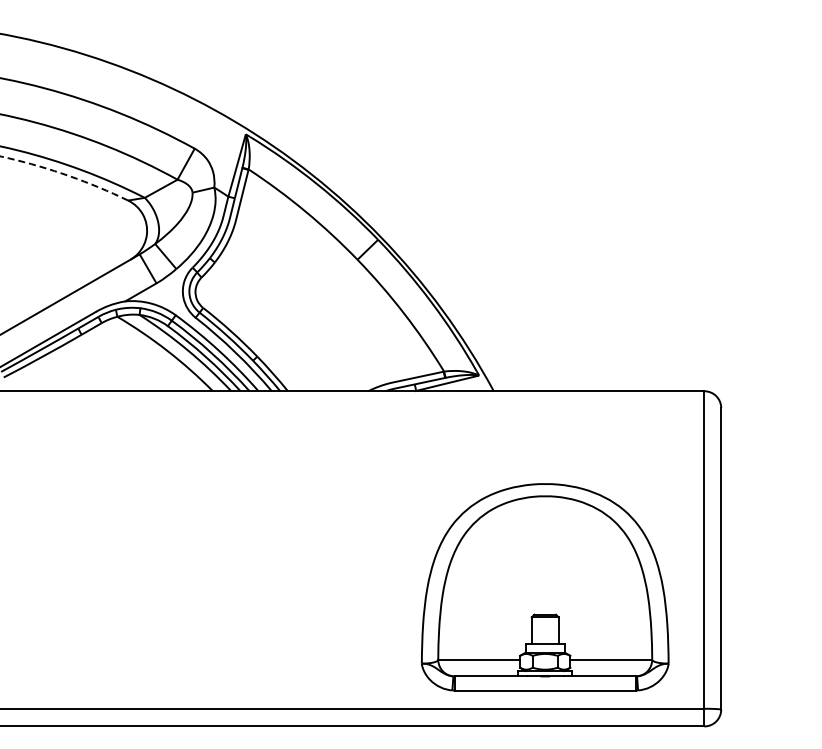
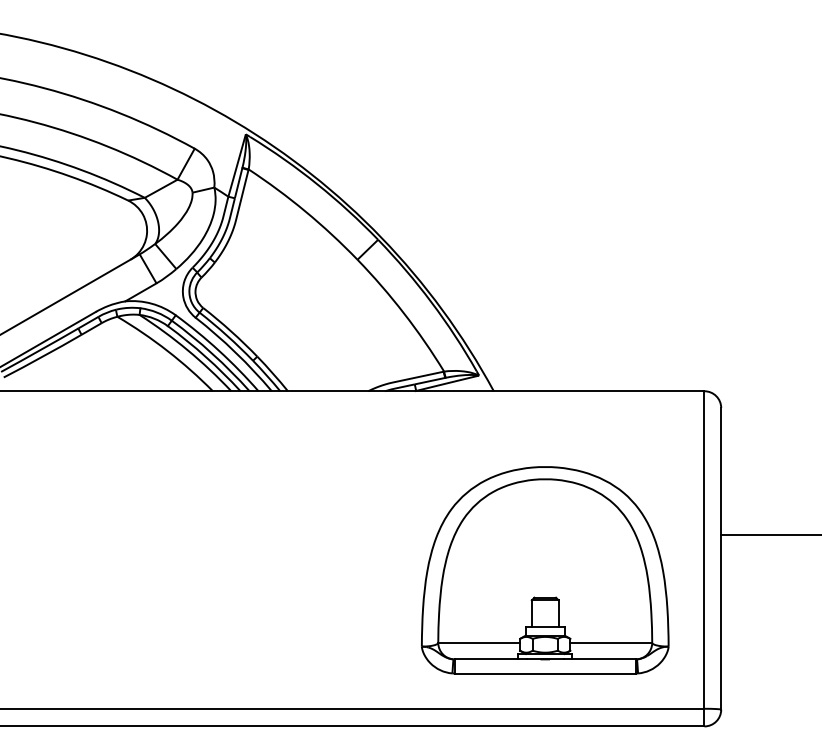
arc at (64, 174): dashed -> solid
line at (769, 534): none -> present
part at (545, 587) position: (545, 587) -> (545, 570)
